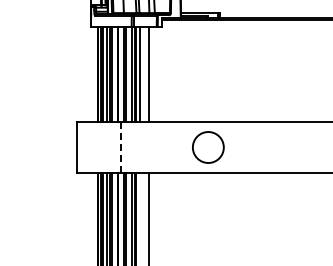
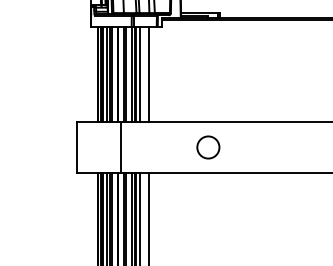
line at (121, 147): dashed -> solid
circle at (208, 147) size: 33x33 px -> 25x25 px
line at (140, 217): none -> present
